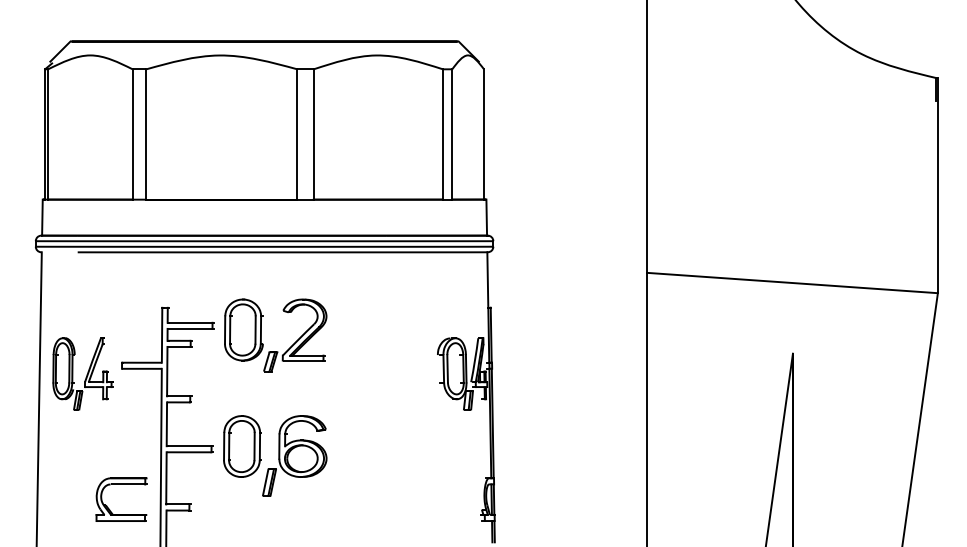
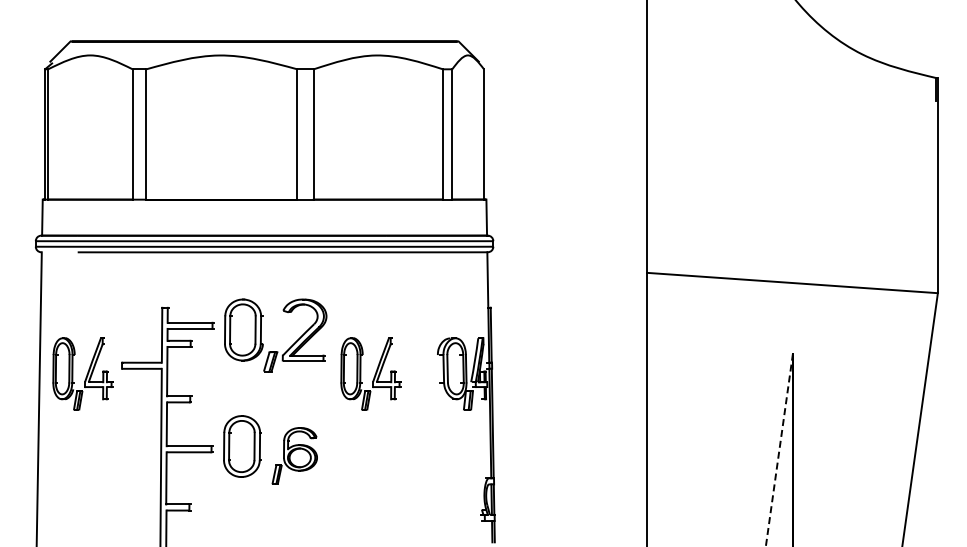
part at (370, 373): none -> present
line at (779, 450): solid -> dashed
part at (294, 455) size: 66x82 px -> 47x58 px
part at (110, 509): present -> none
